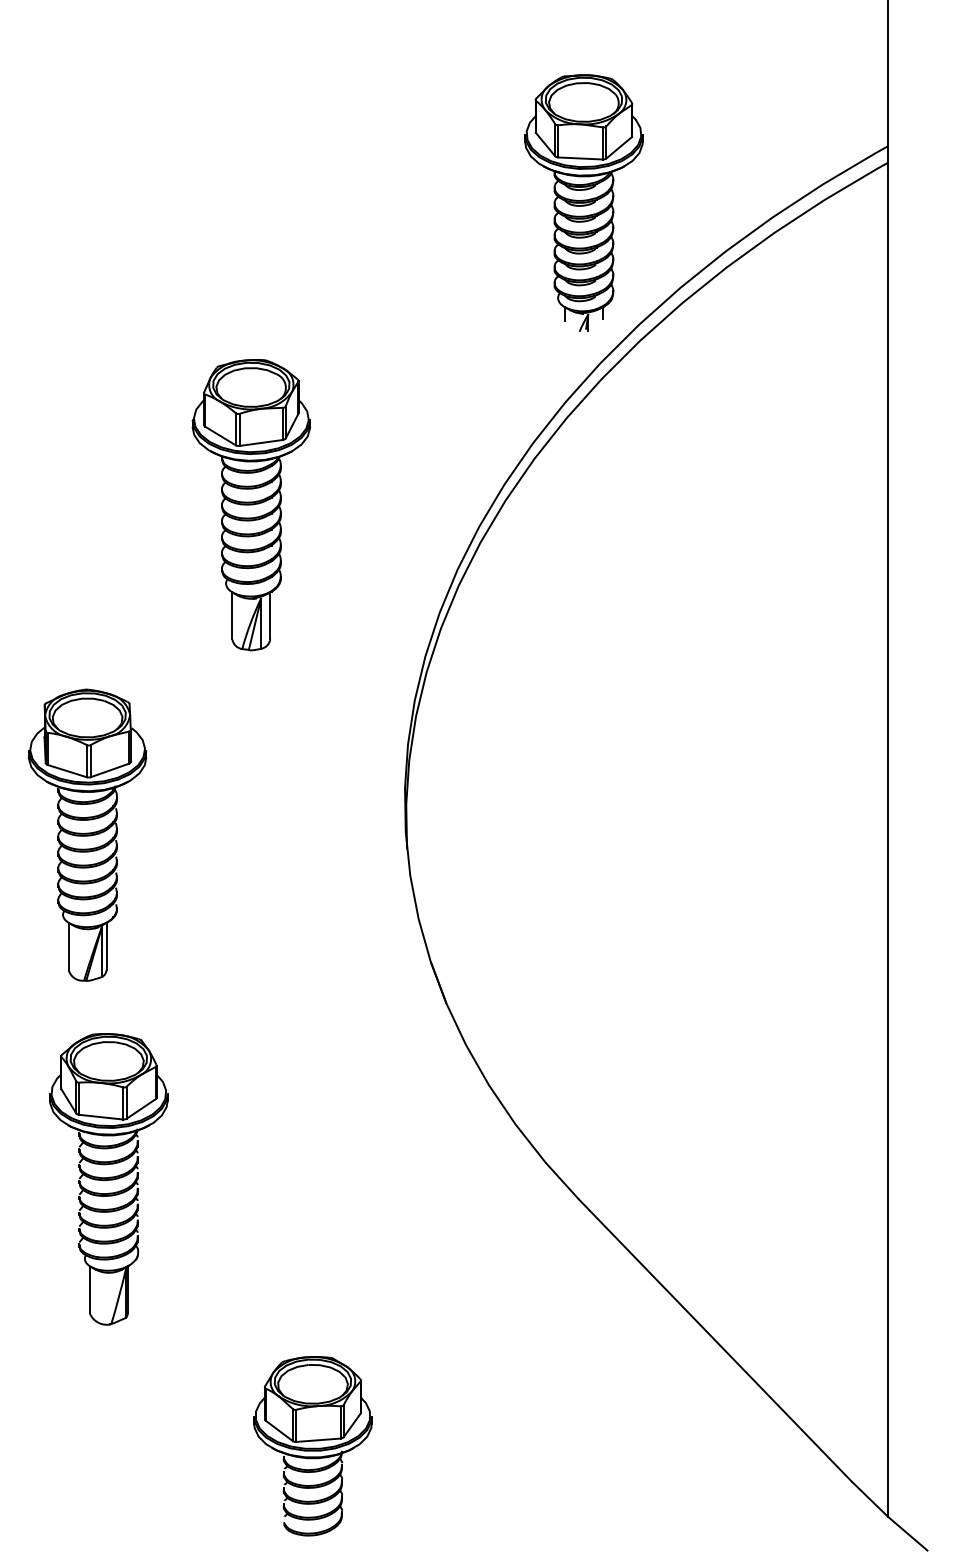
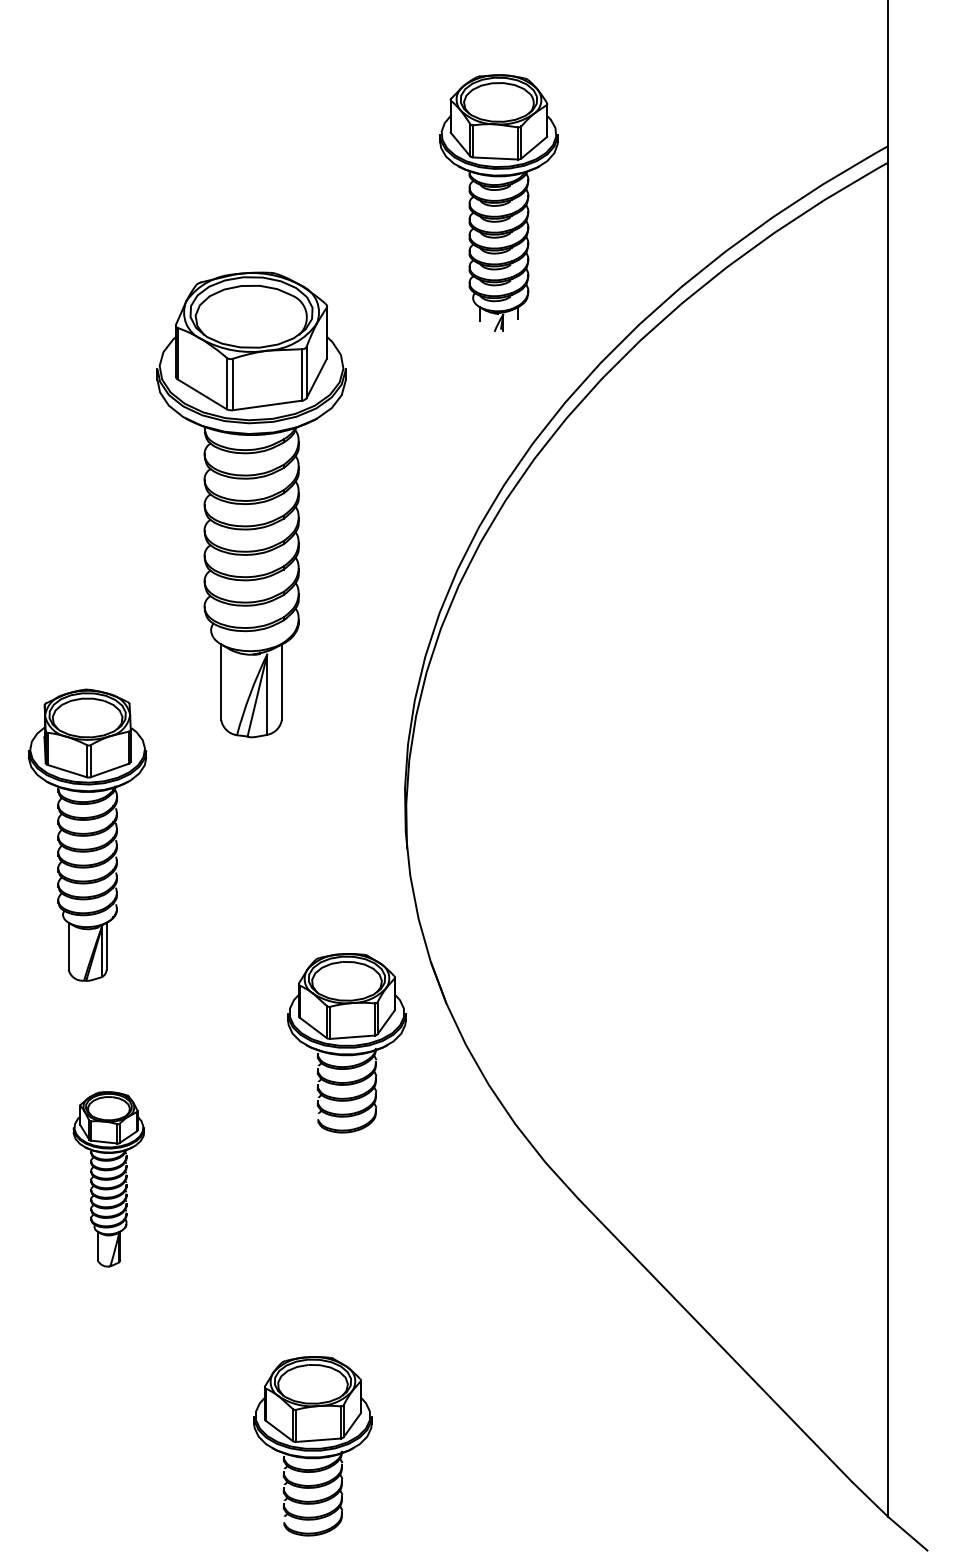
part at (583, 202) position: (583, 202) -> (498, 202)
part at (250, 505) size: 120x293 px -> 191x468 px
part at (346, 1043): none -> present
part at (108, 1179) size: 120x293 px -> 73x177 px
